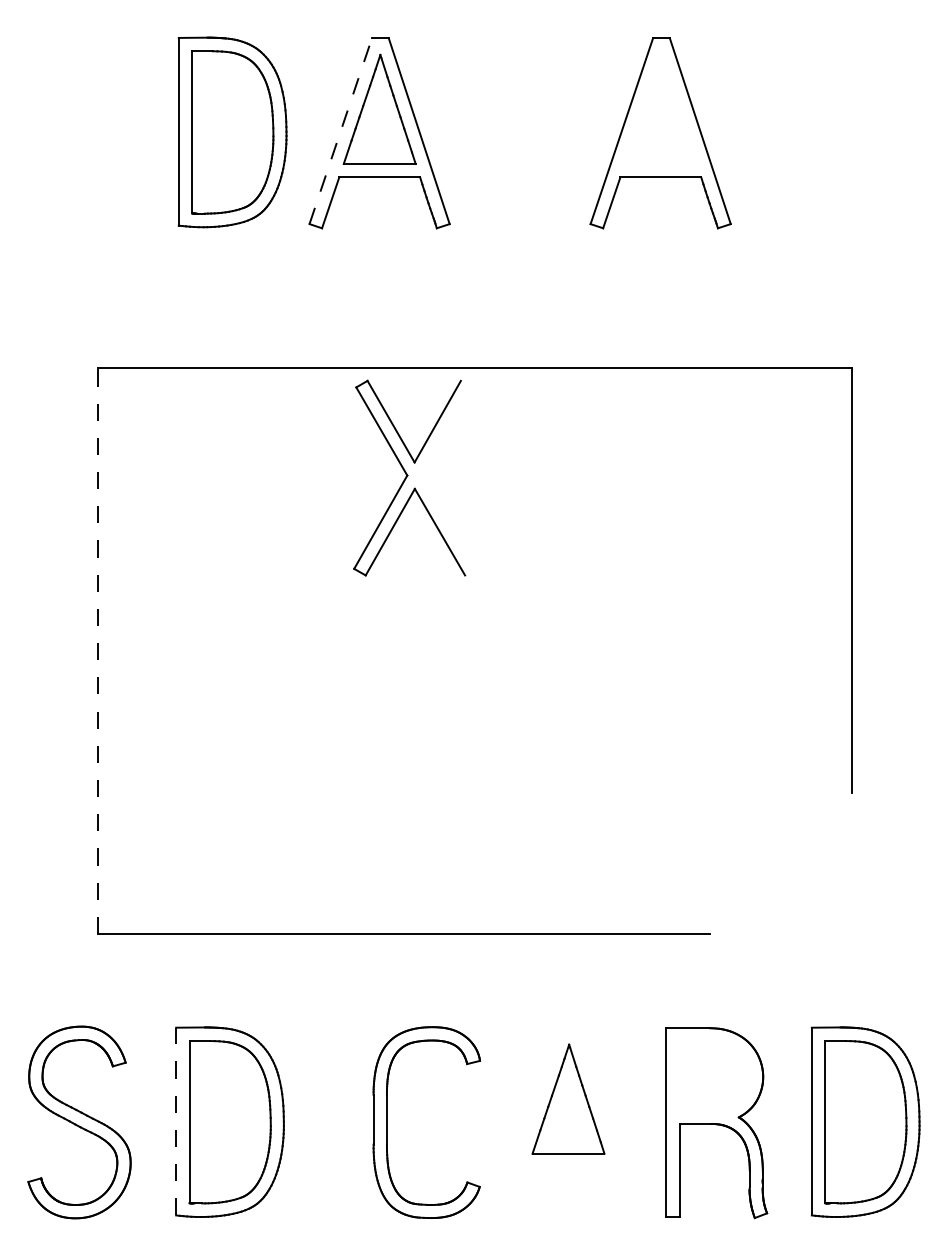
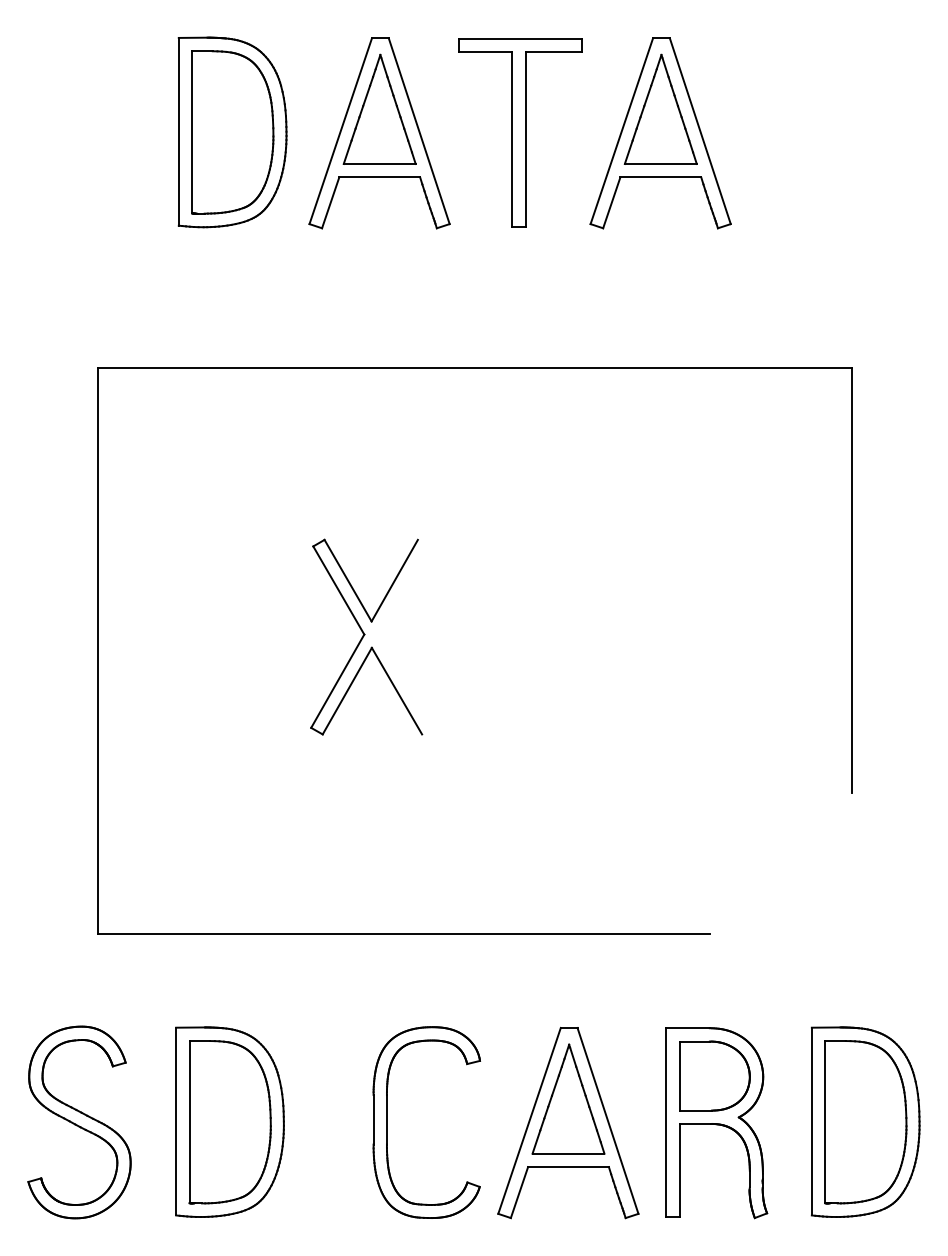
part at (660, 108): none -> present
line at (340, 130): dashed -> solid
part at (520, 132): none -> present
part at (409, 477) position: (409, 477) -> (366, 636)
line at (97, 651): dashed -> solid
part at (714, 1075): none -> present
line at (176, 1121): dashed -> solid
part at (568, 1123): none -> present
